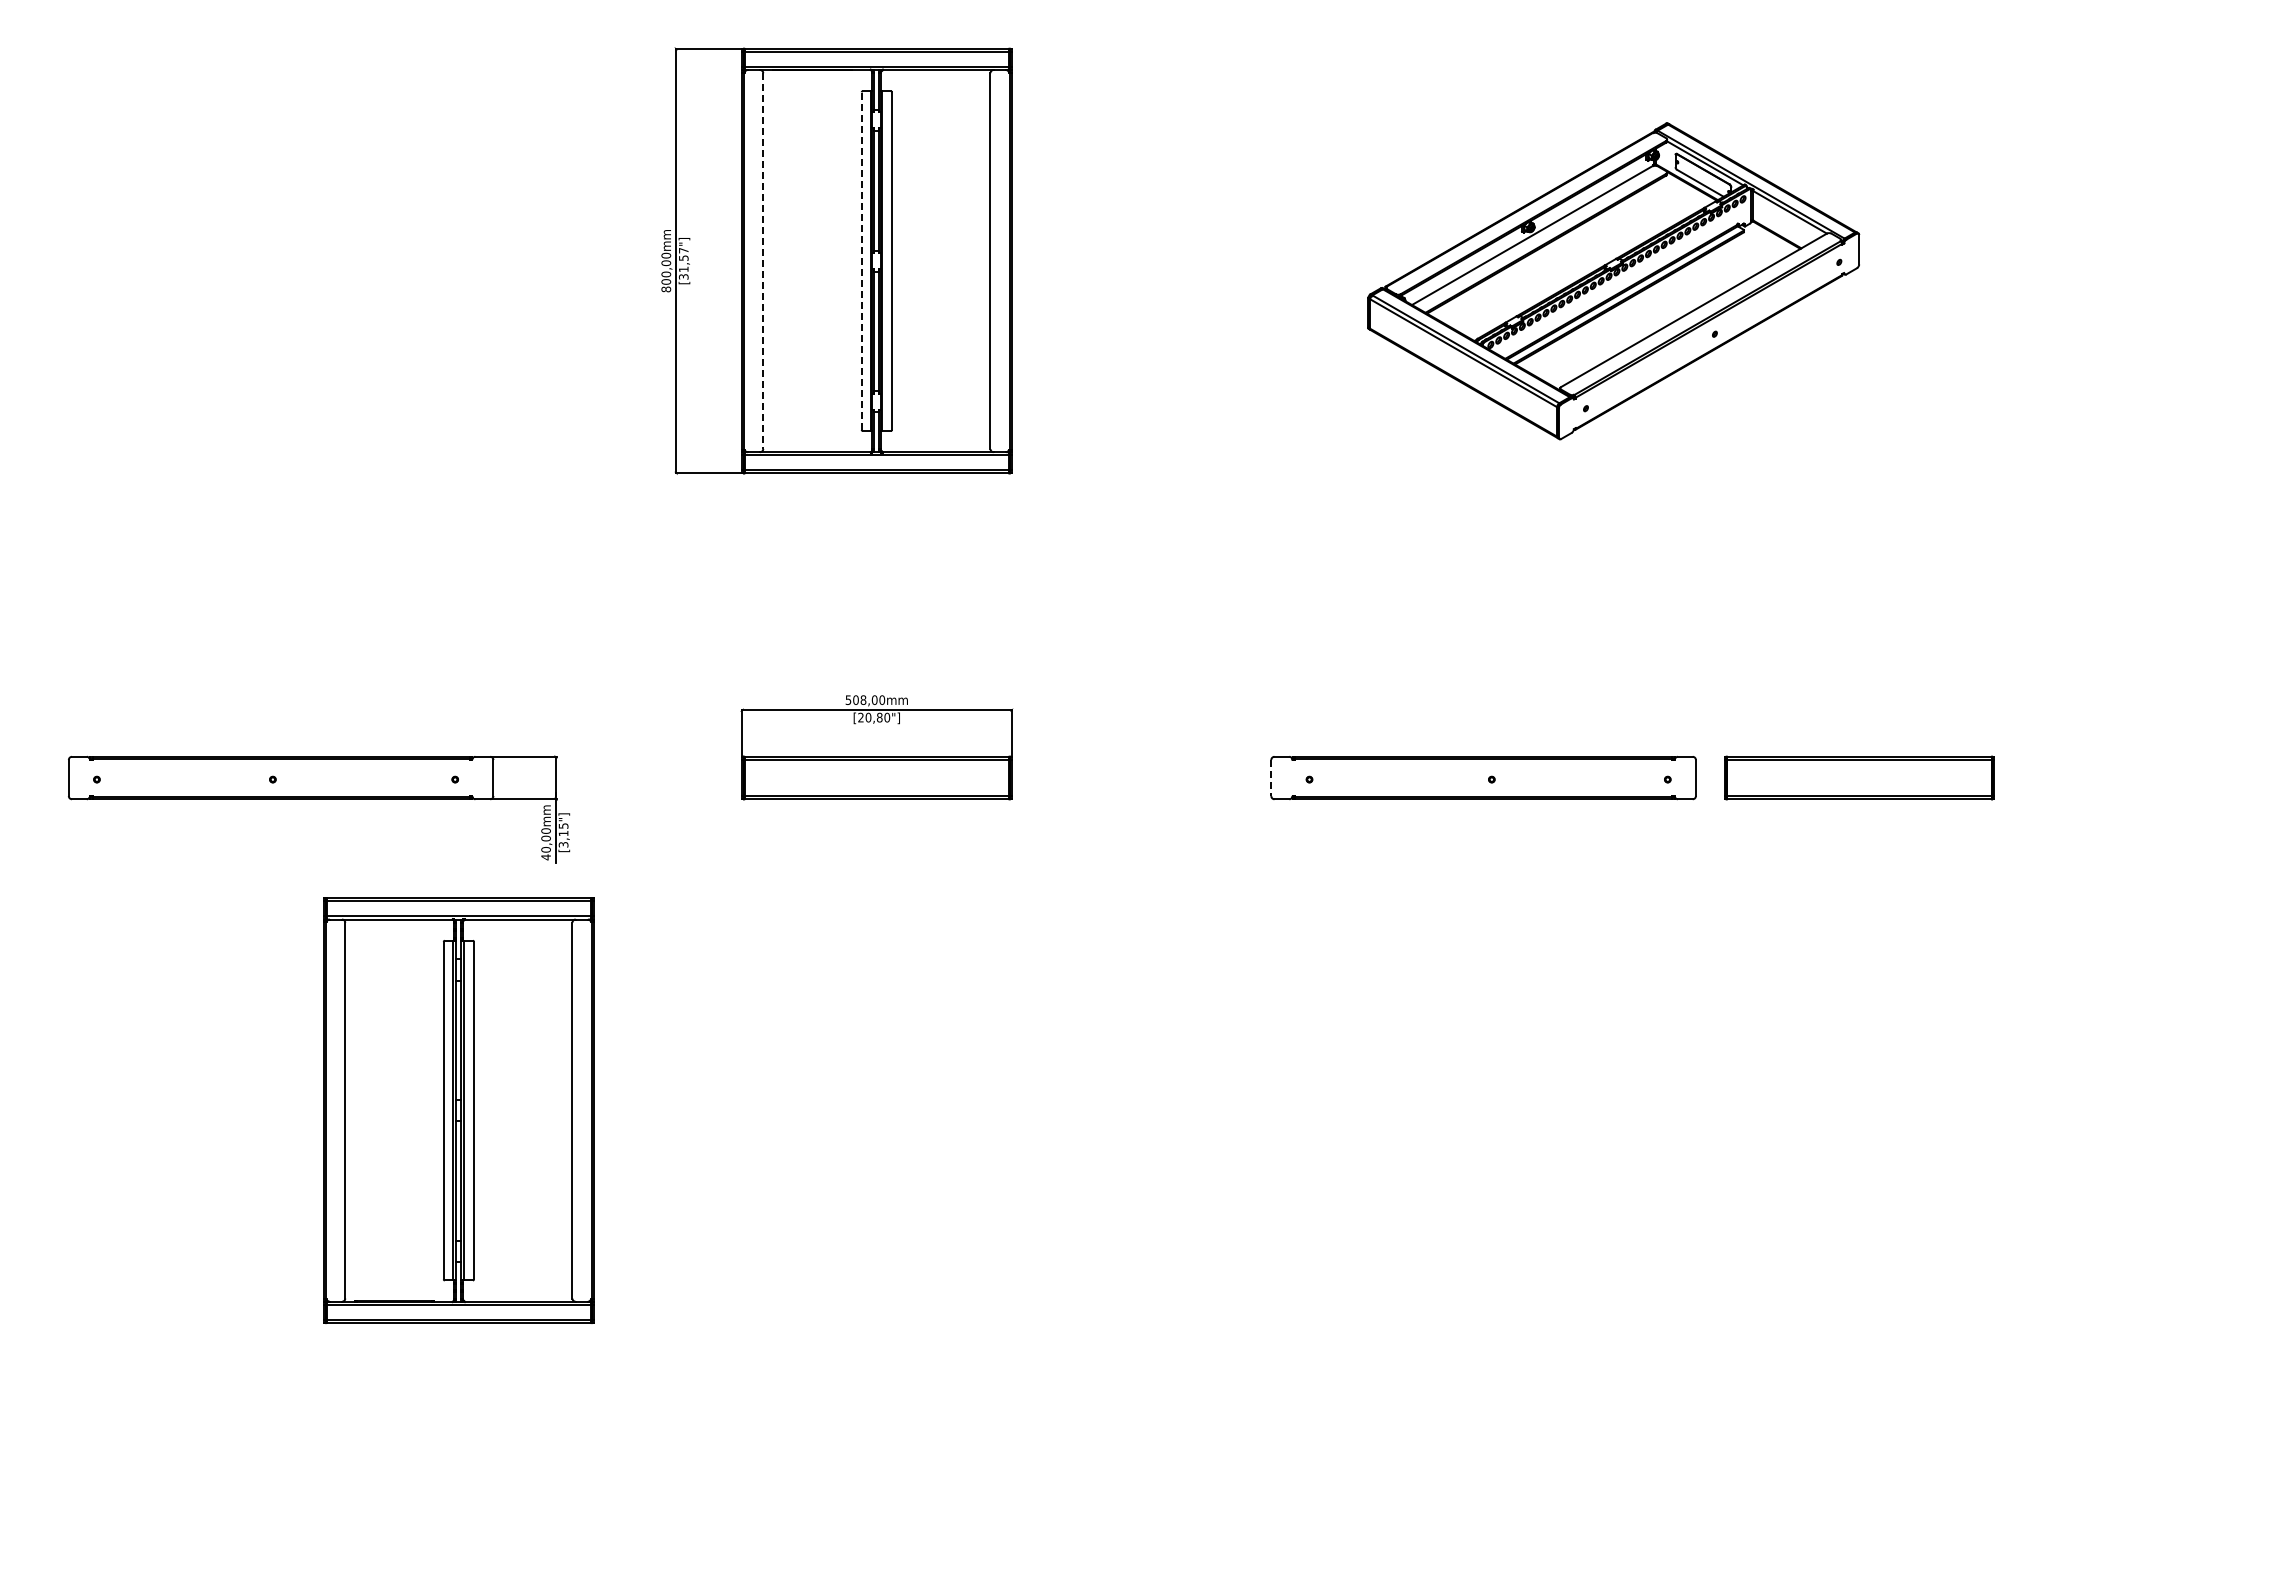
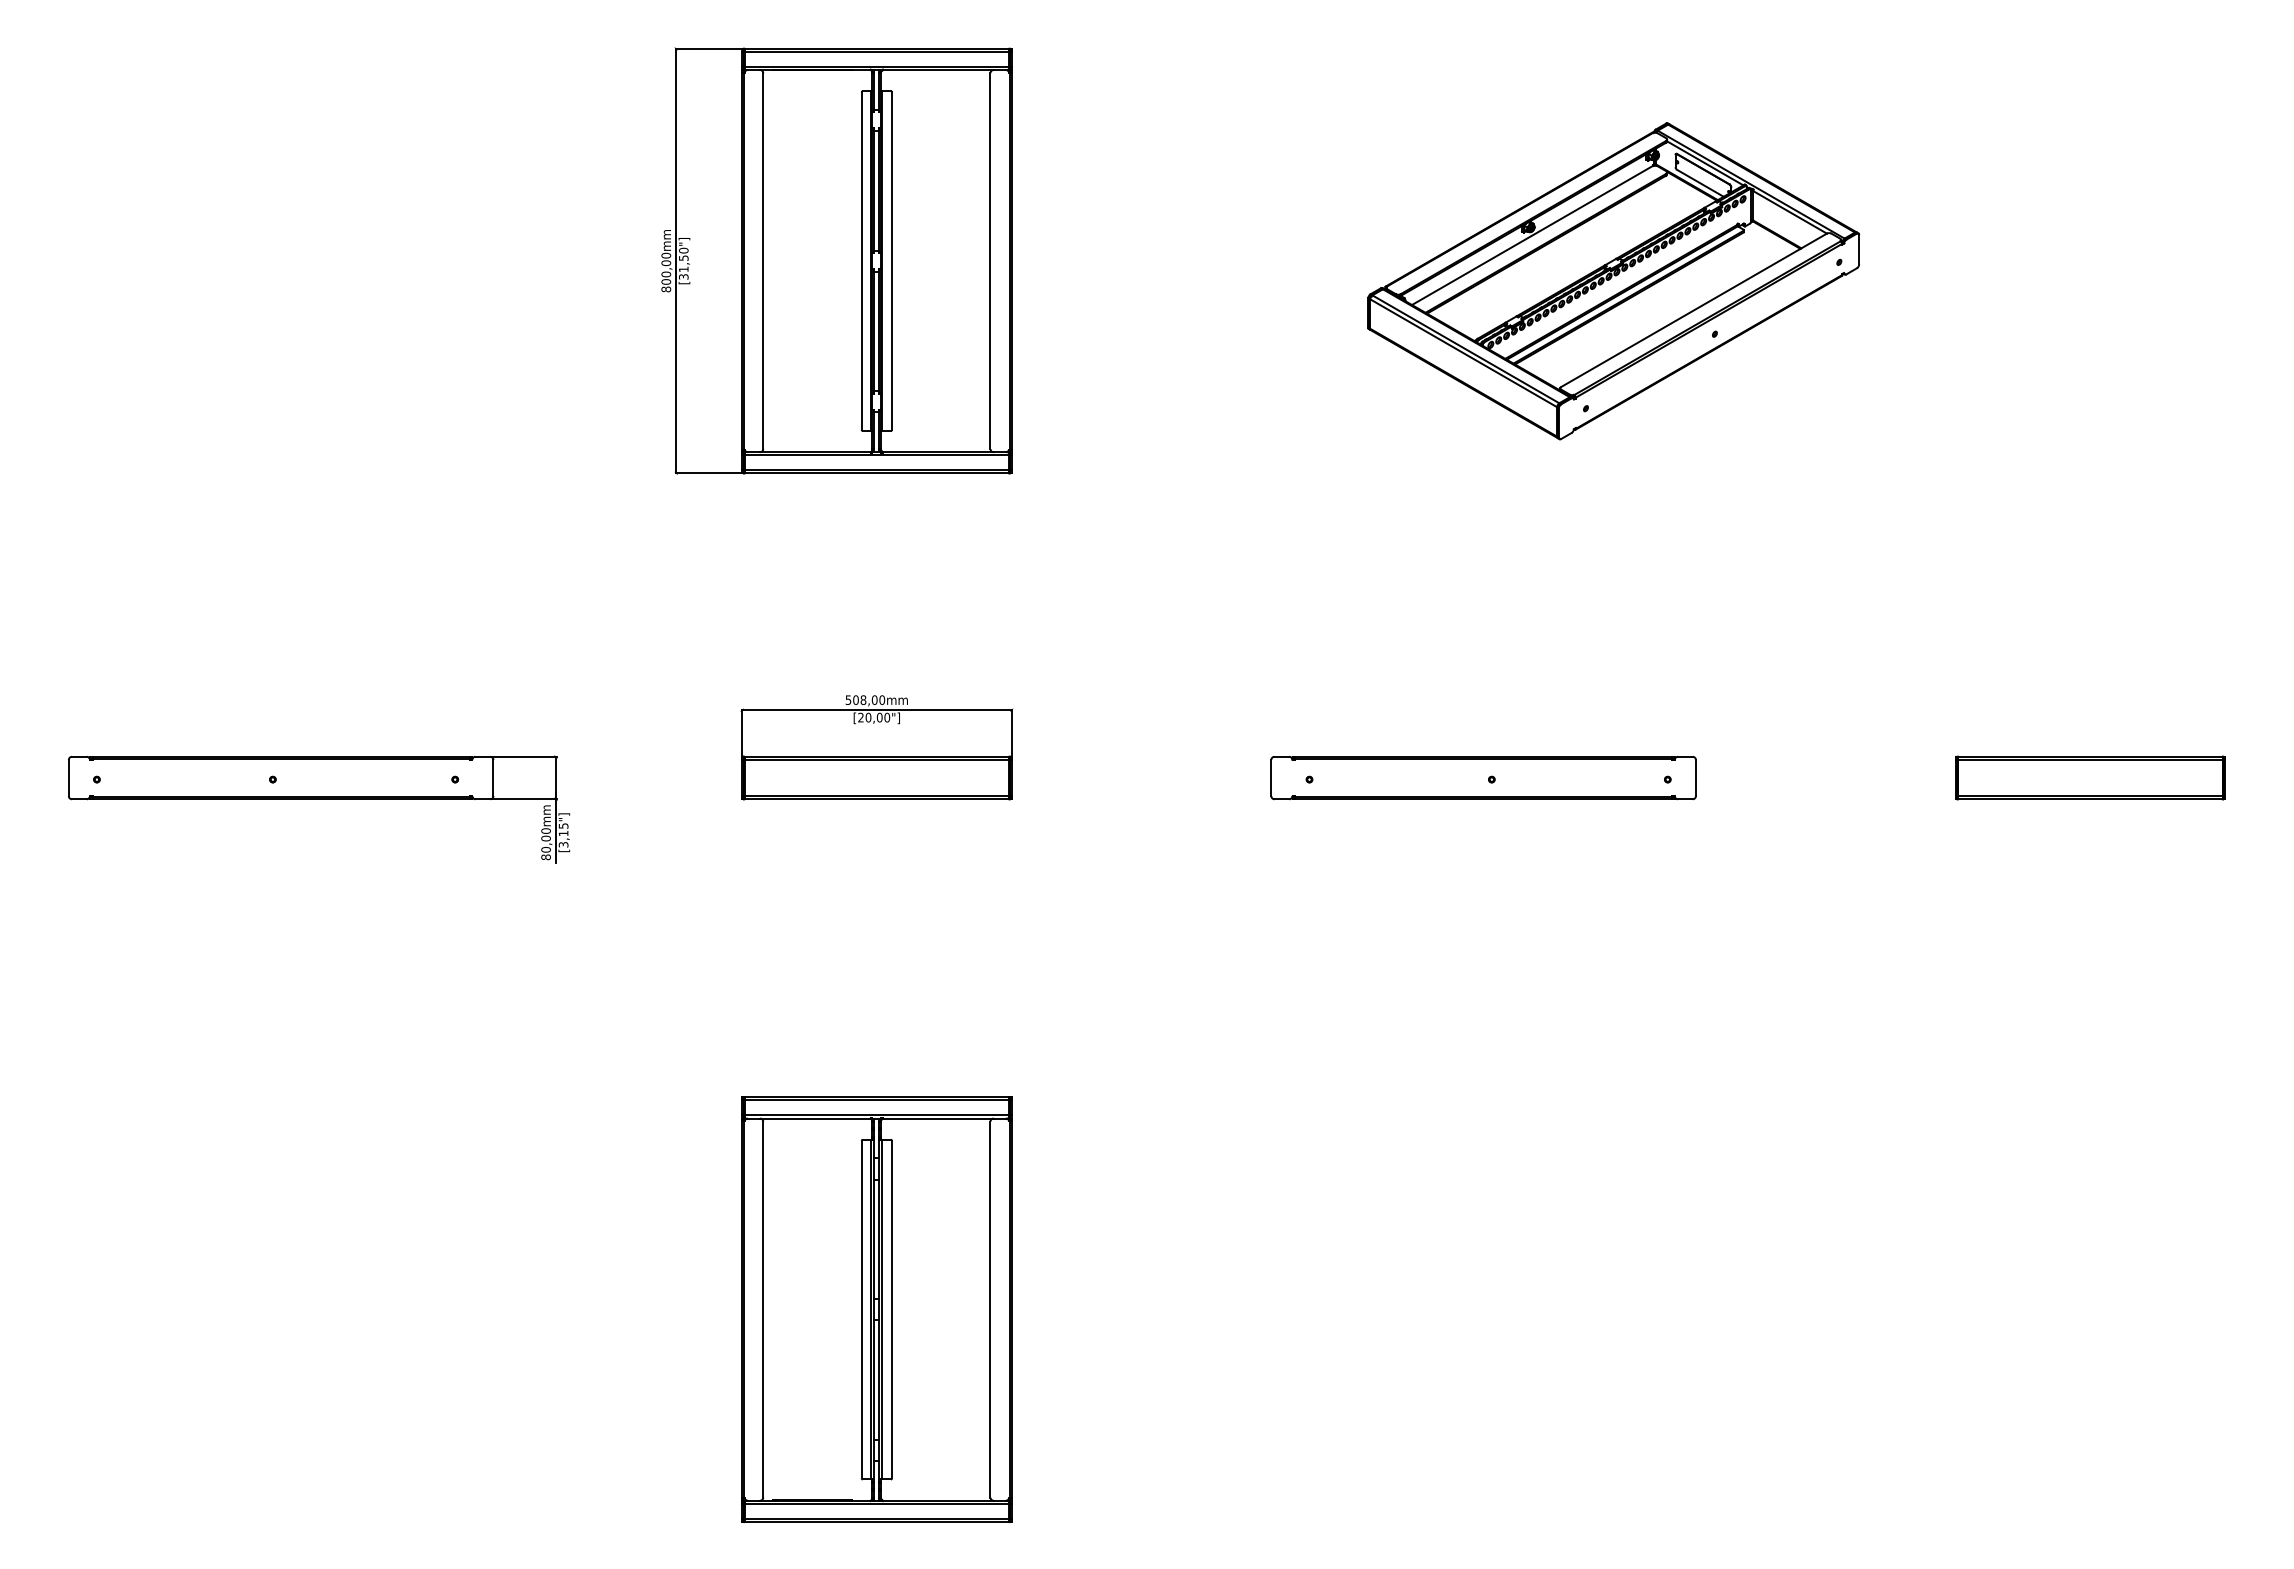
text at (683, 250): [31,57"] -> [31,50"]
line at (763, 261): dashed -> solid
line at (861, 261): dashed -> solid
text at (879, 717): [20,80"] -> [20,00"]
part at (1859, 777) position: (1859, 777) -> (2090, 777)
line at (1271, 778): dashed -> solid
text at (545, 857): 40,00mm -> 80,00mm
part at (458, 1110) position: (458, 1110) -> (876, 1309)
